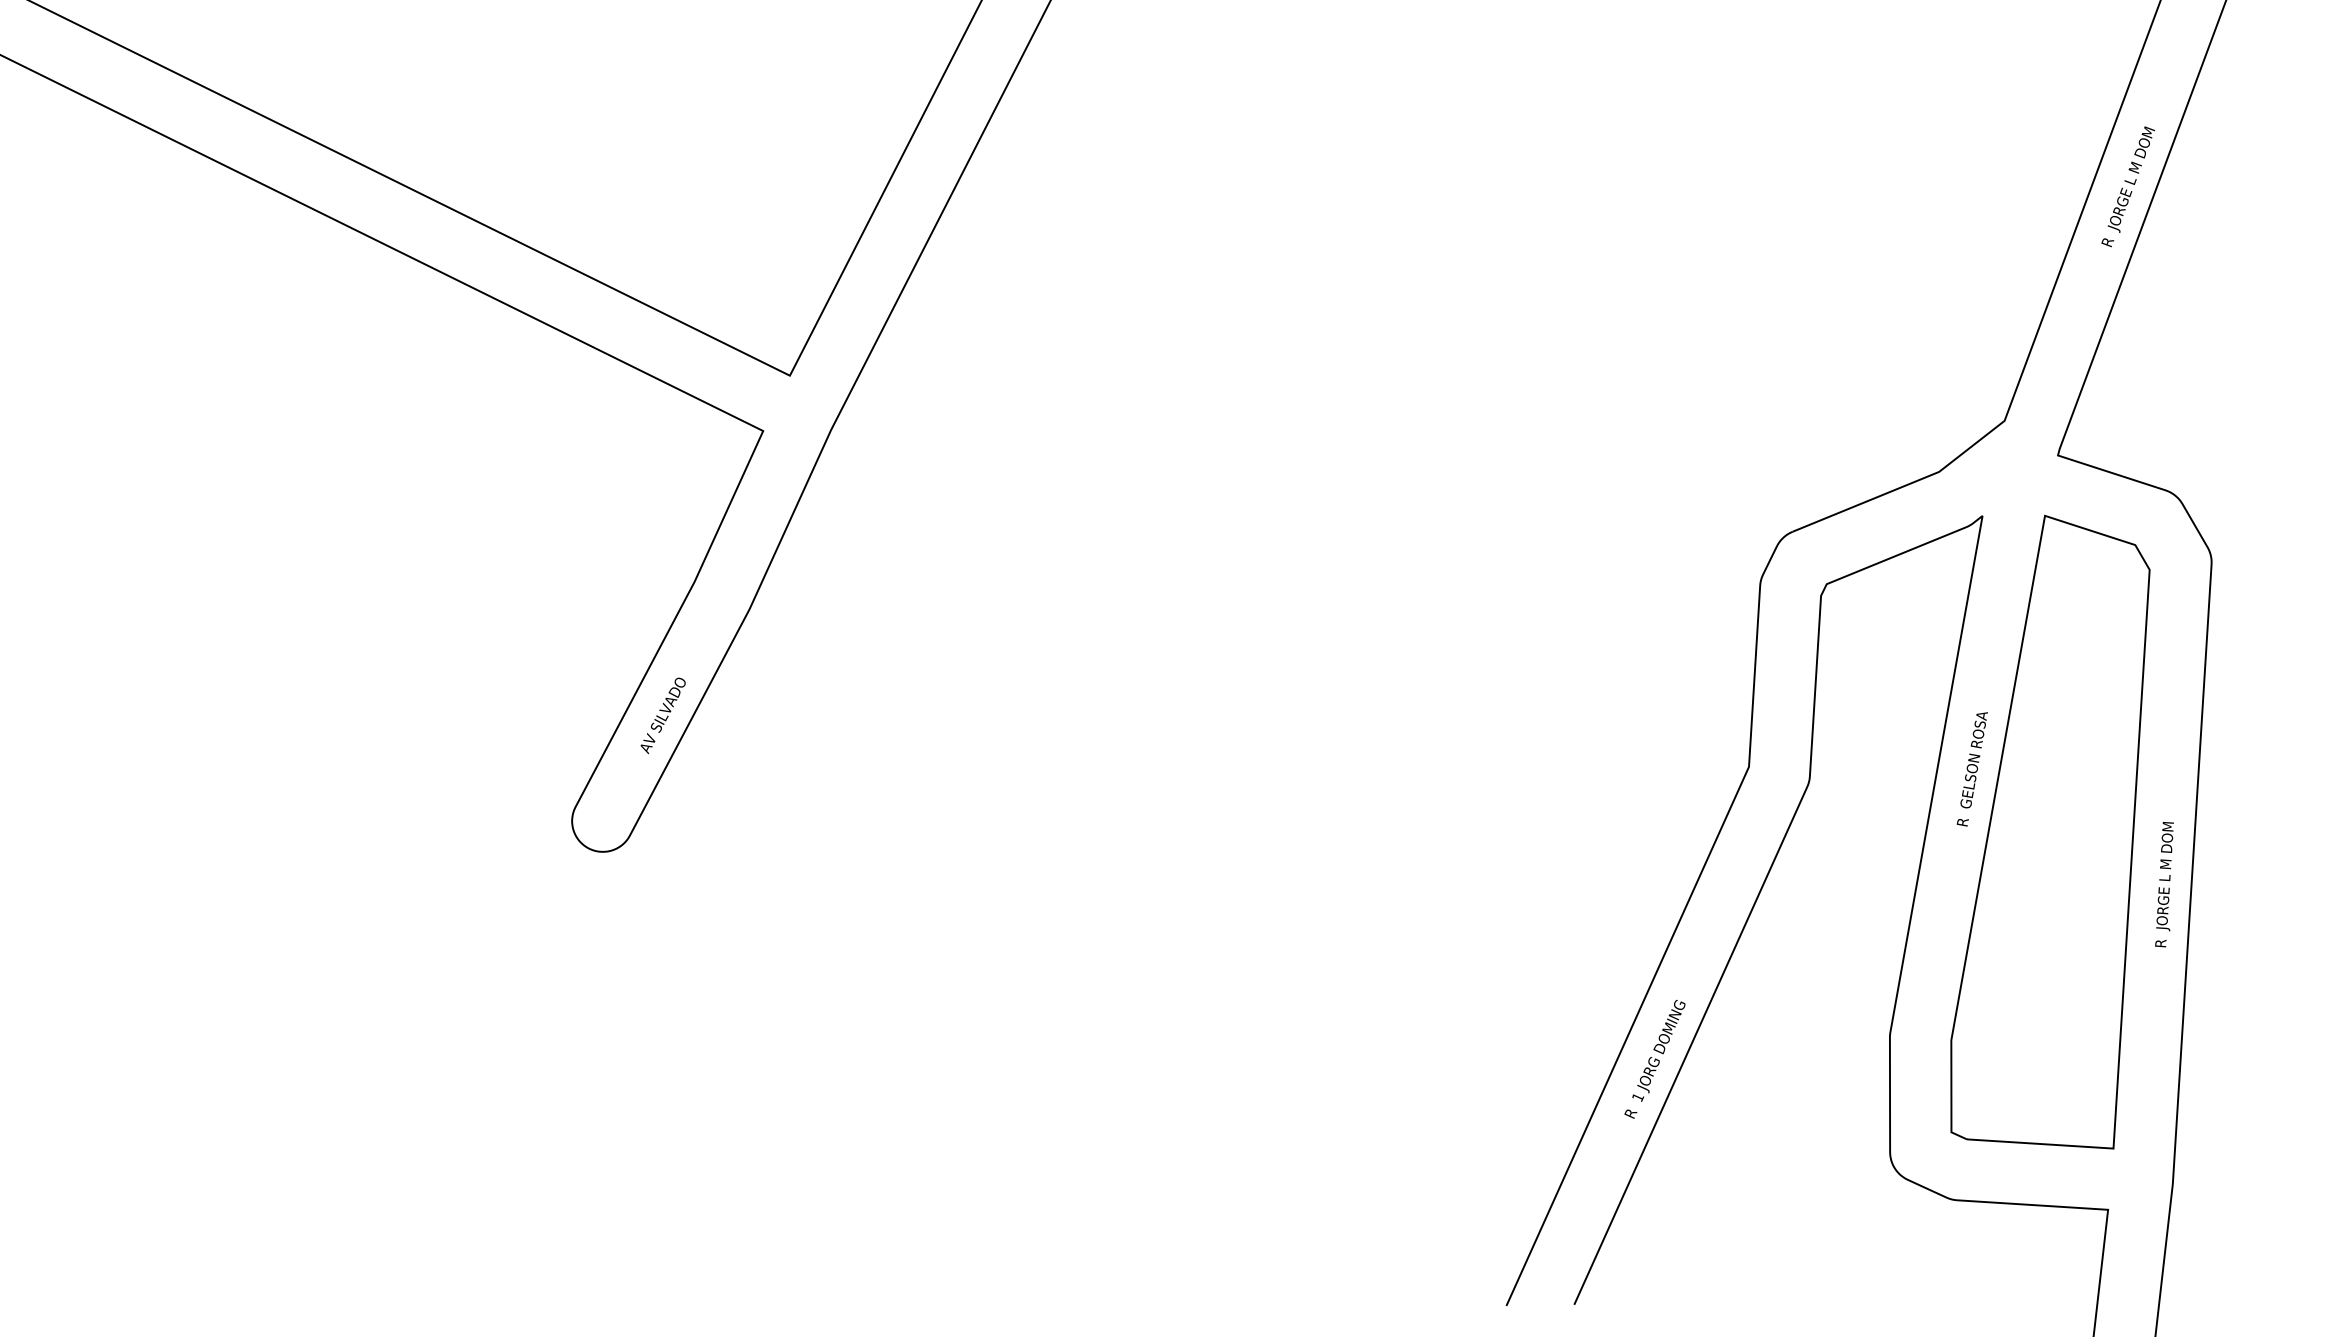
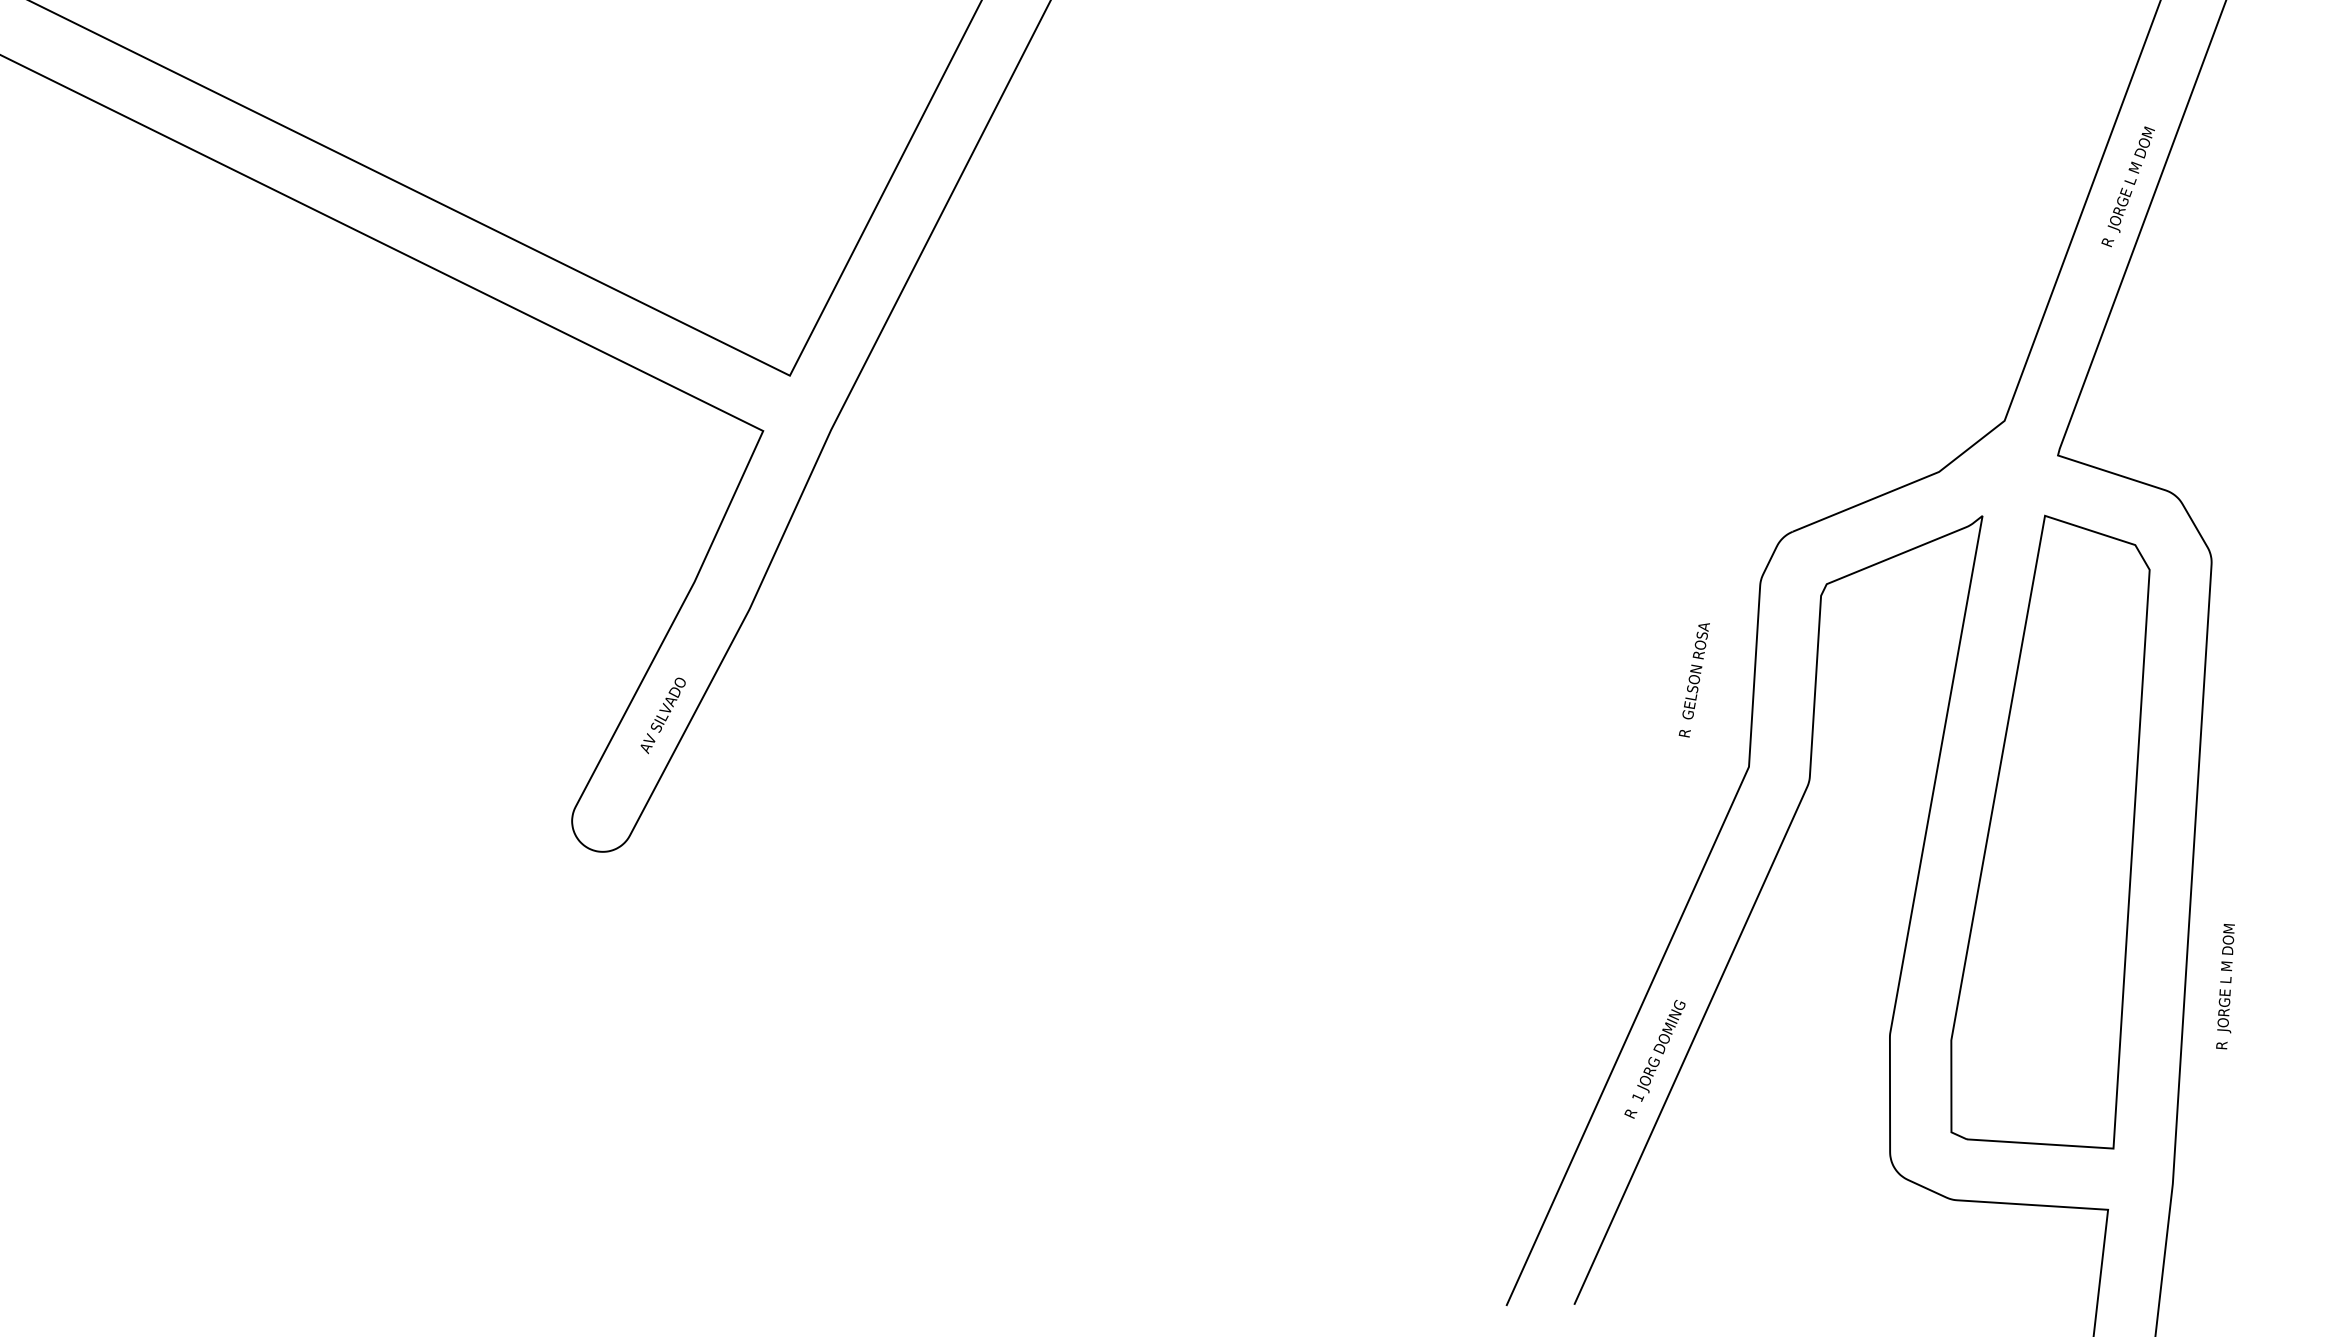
text at (1971, 769) position: (1971, 769) -> (1693, 680)
text at (2164, 884) position: (2164, 884) -> (2225, 986)
